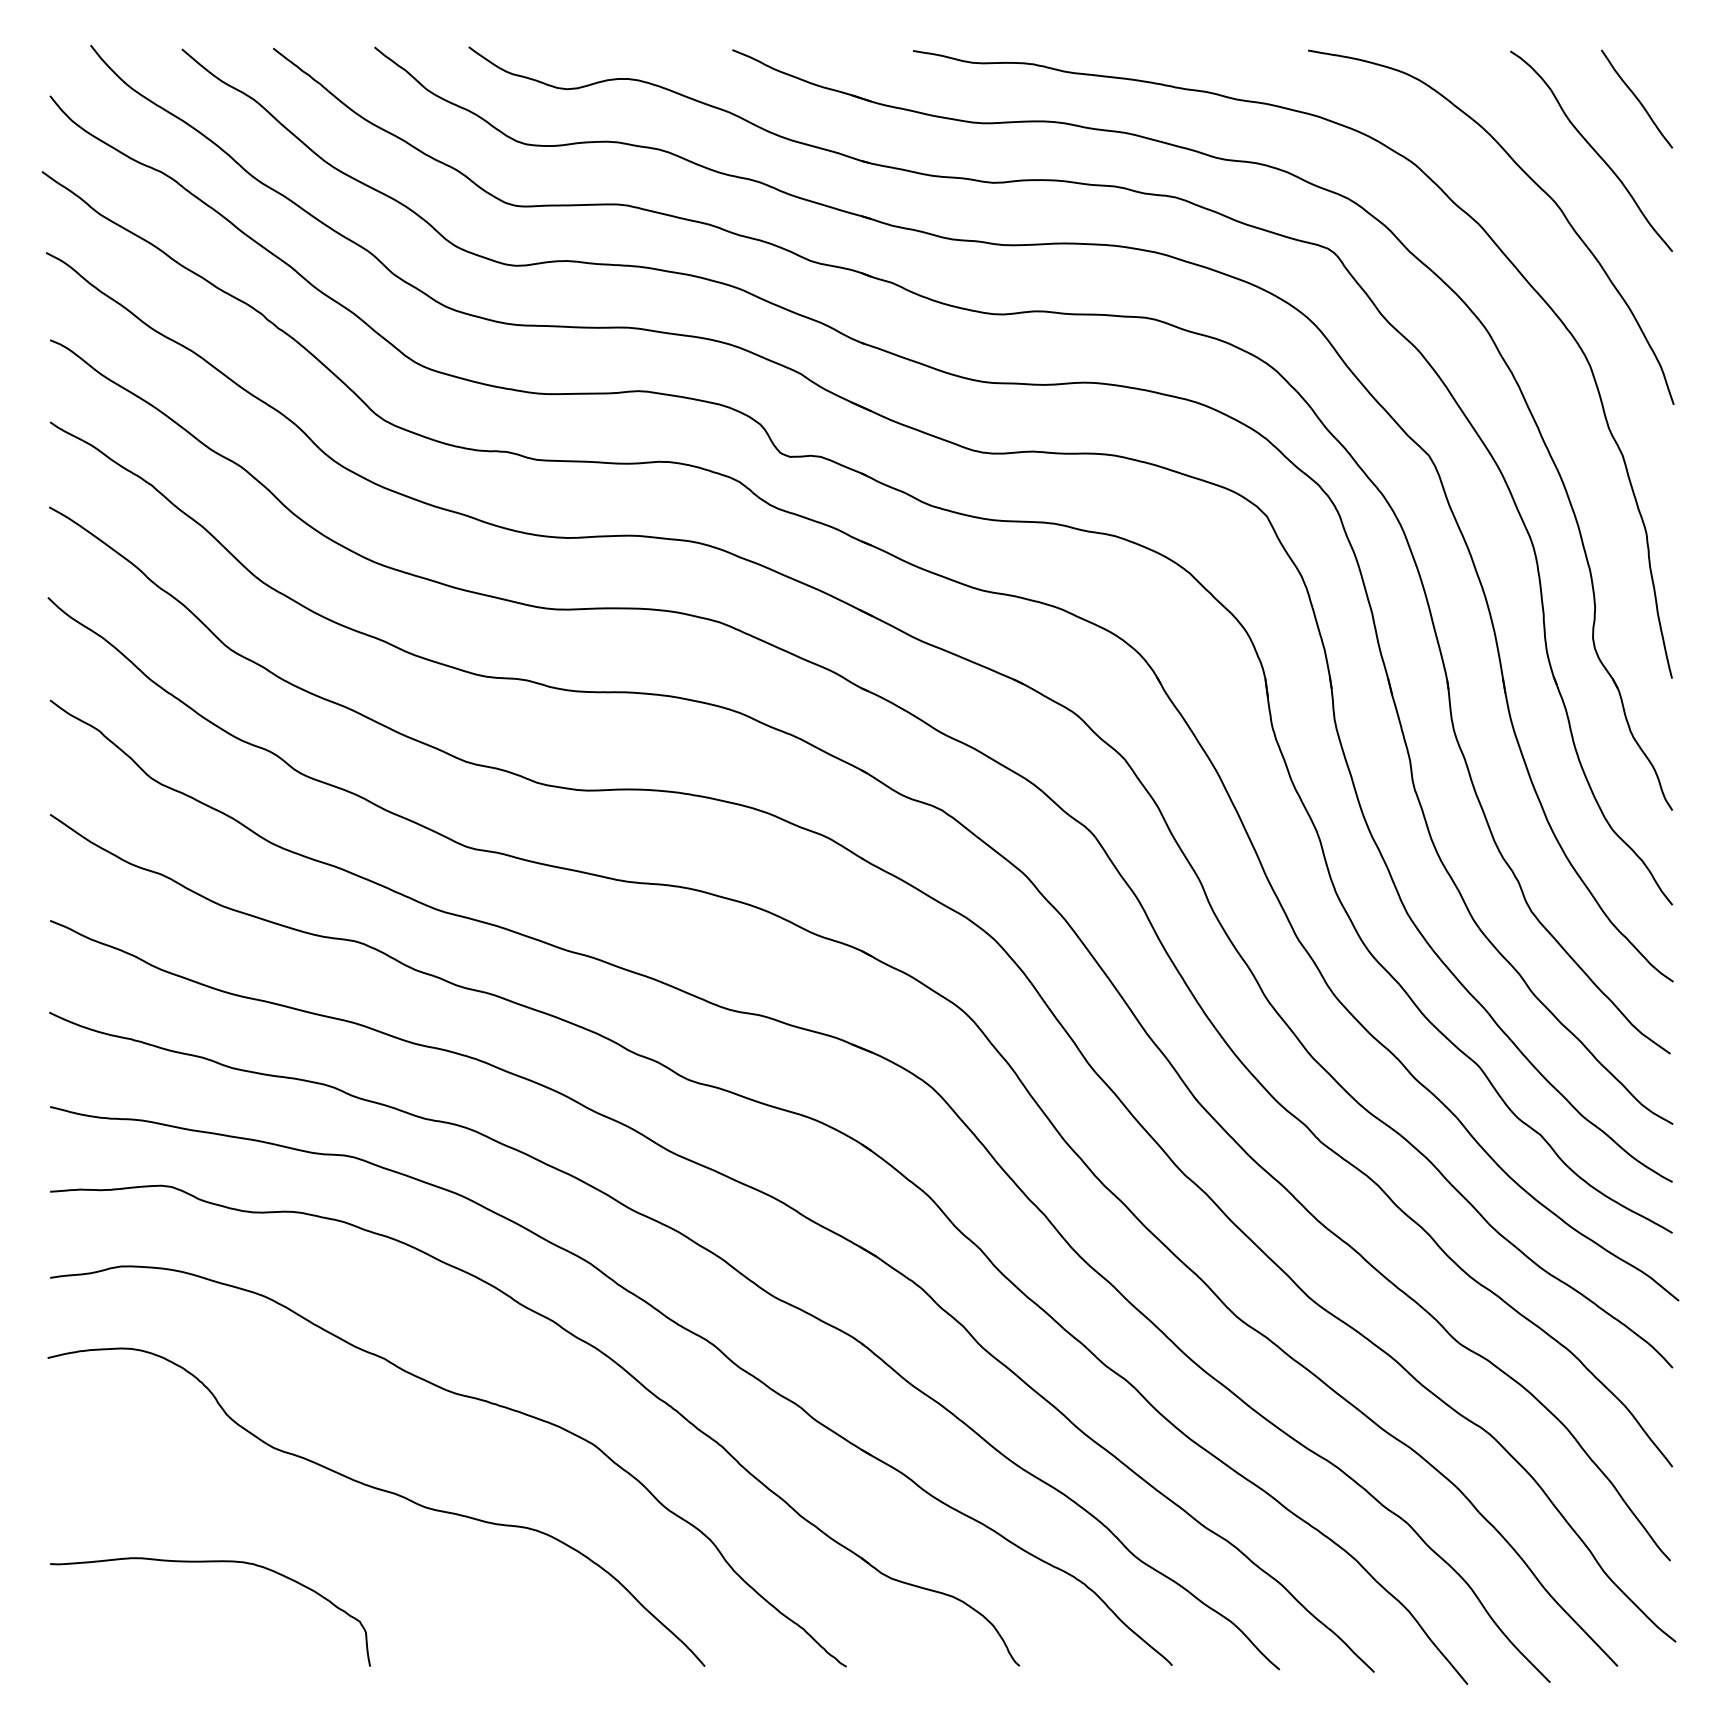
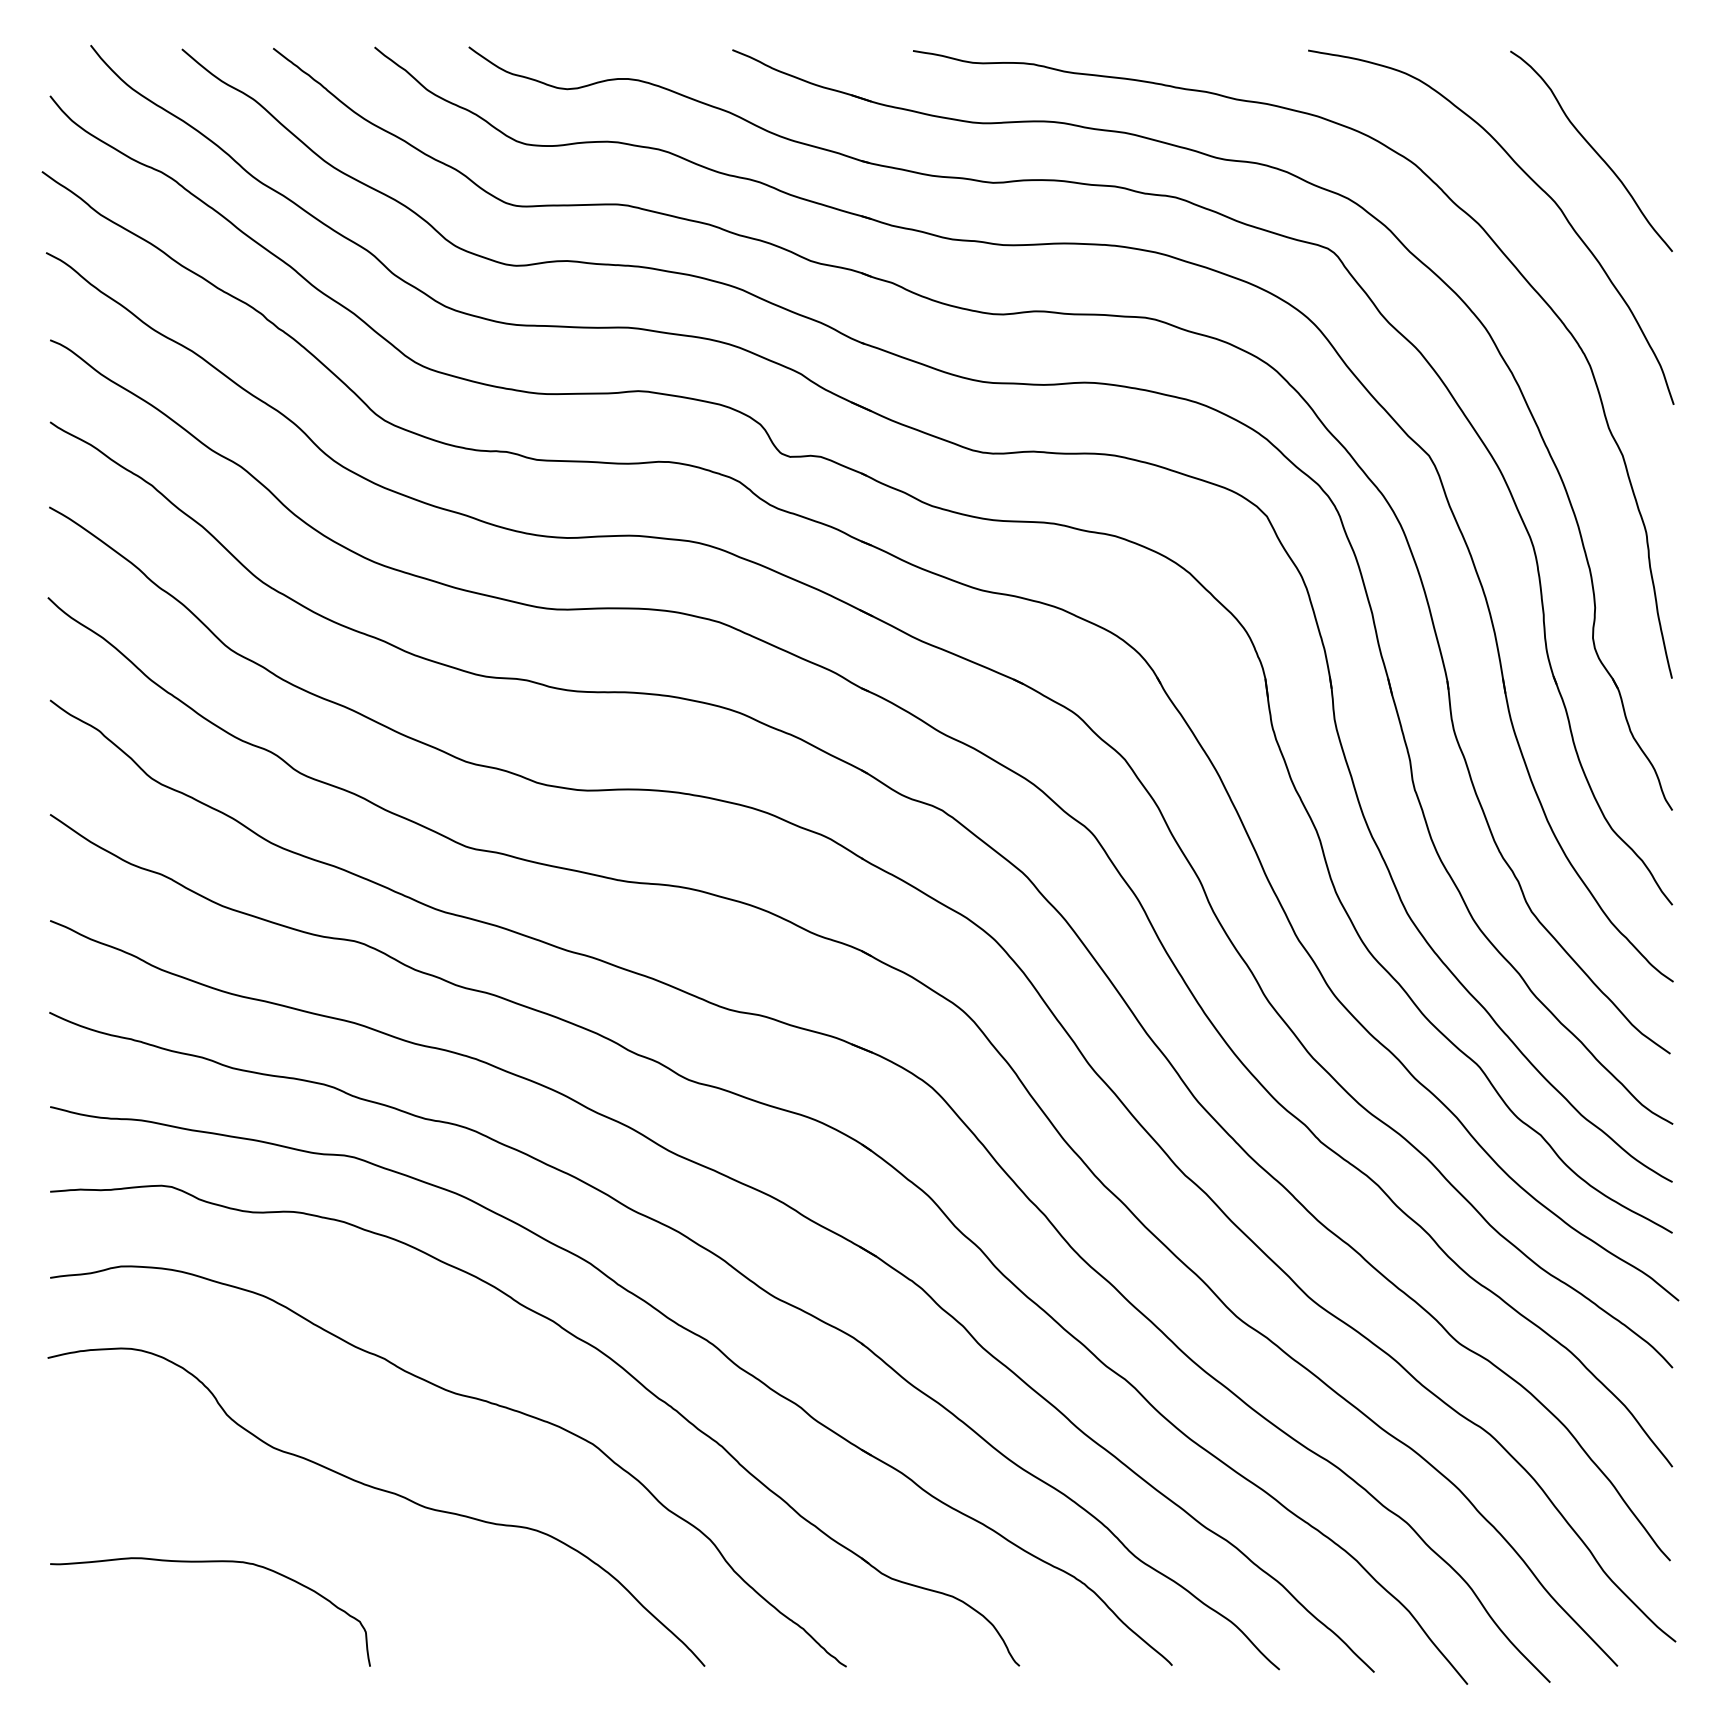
curve at (1637, 98): present -> none
